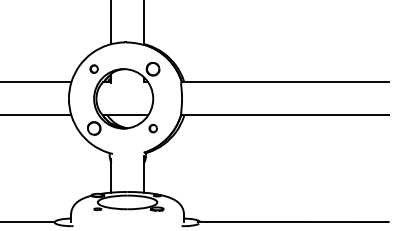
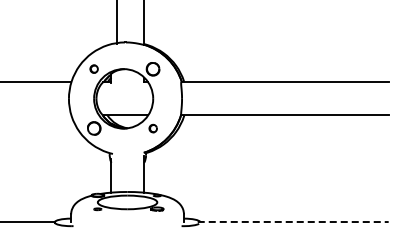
line at (111, 23) position: (111, 23) -> (117, 23)
line at (36, 115): present -> none
line at (293, 221): solid -> dashed
